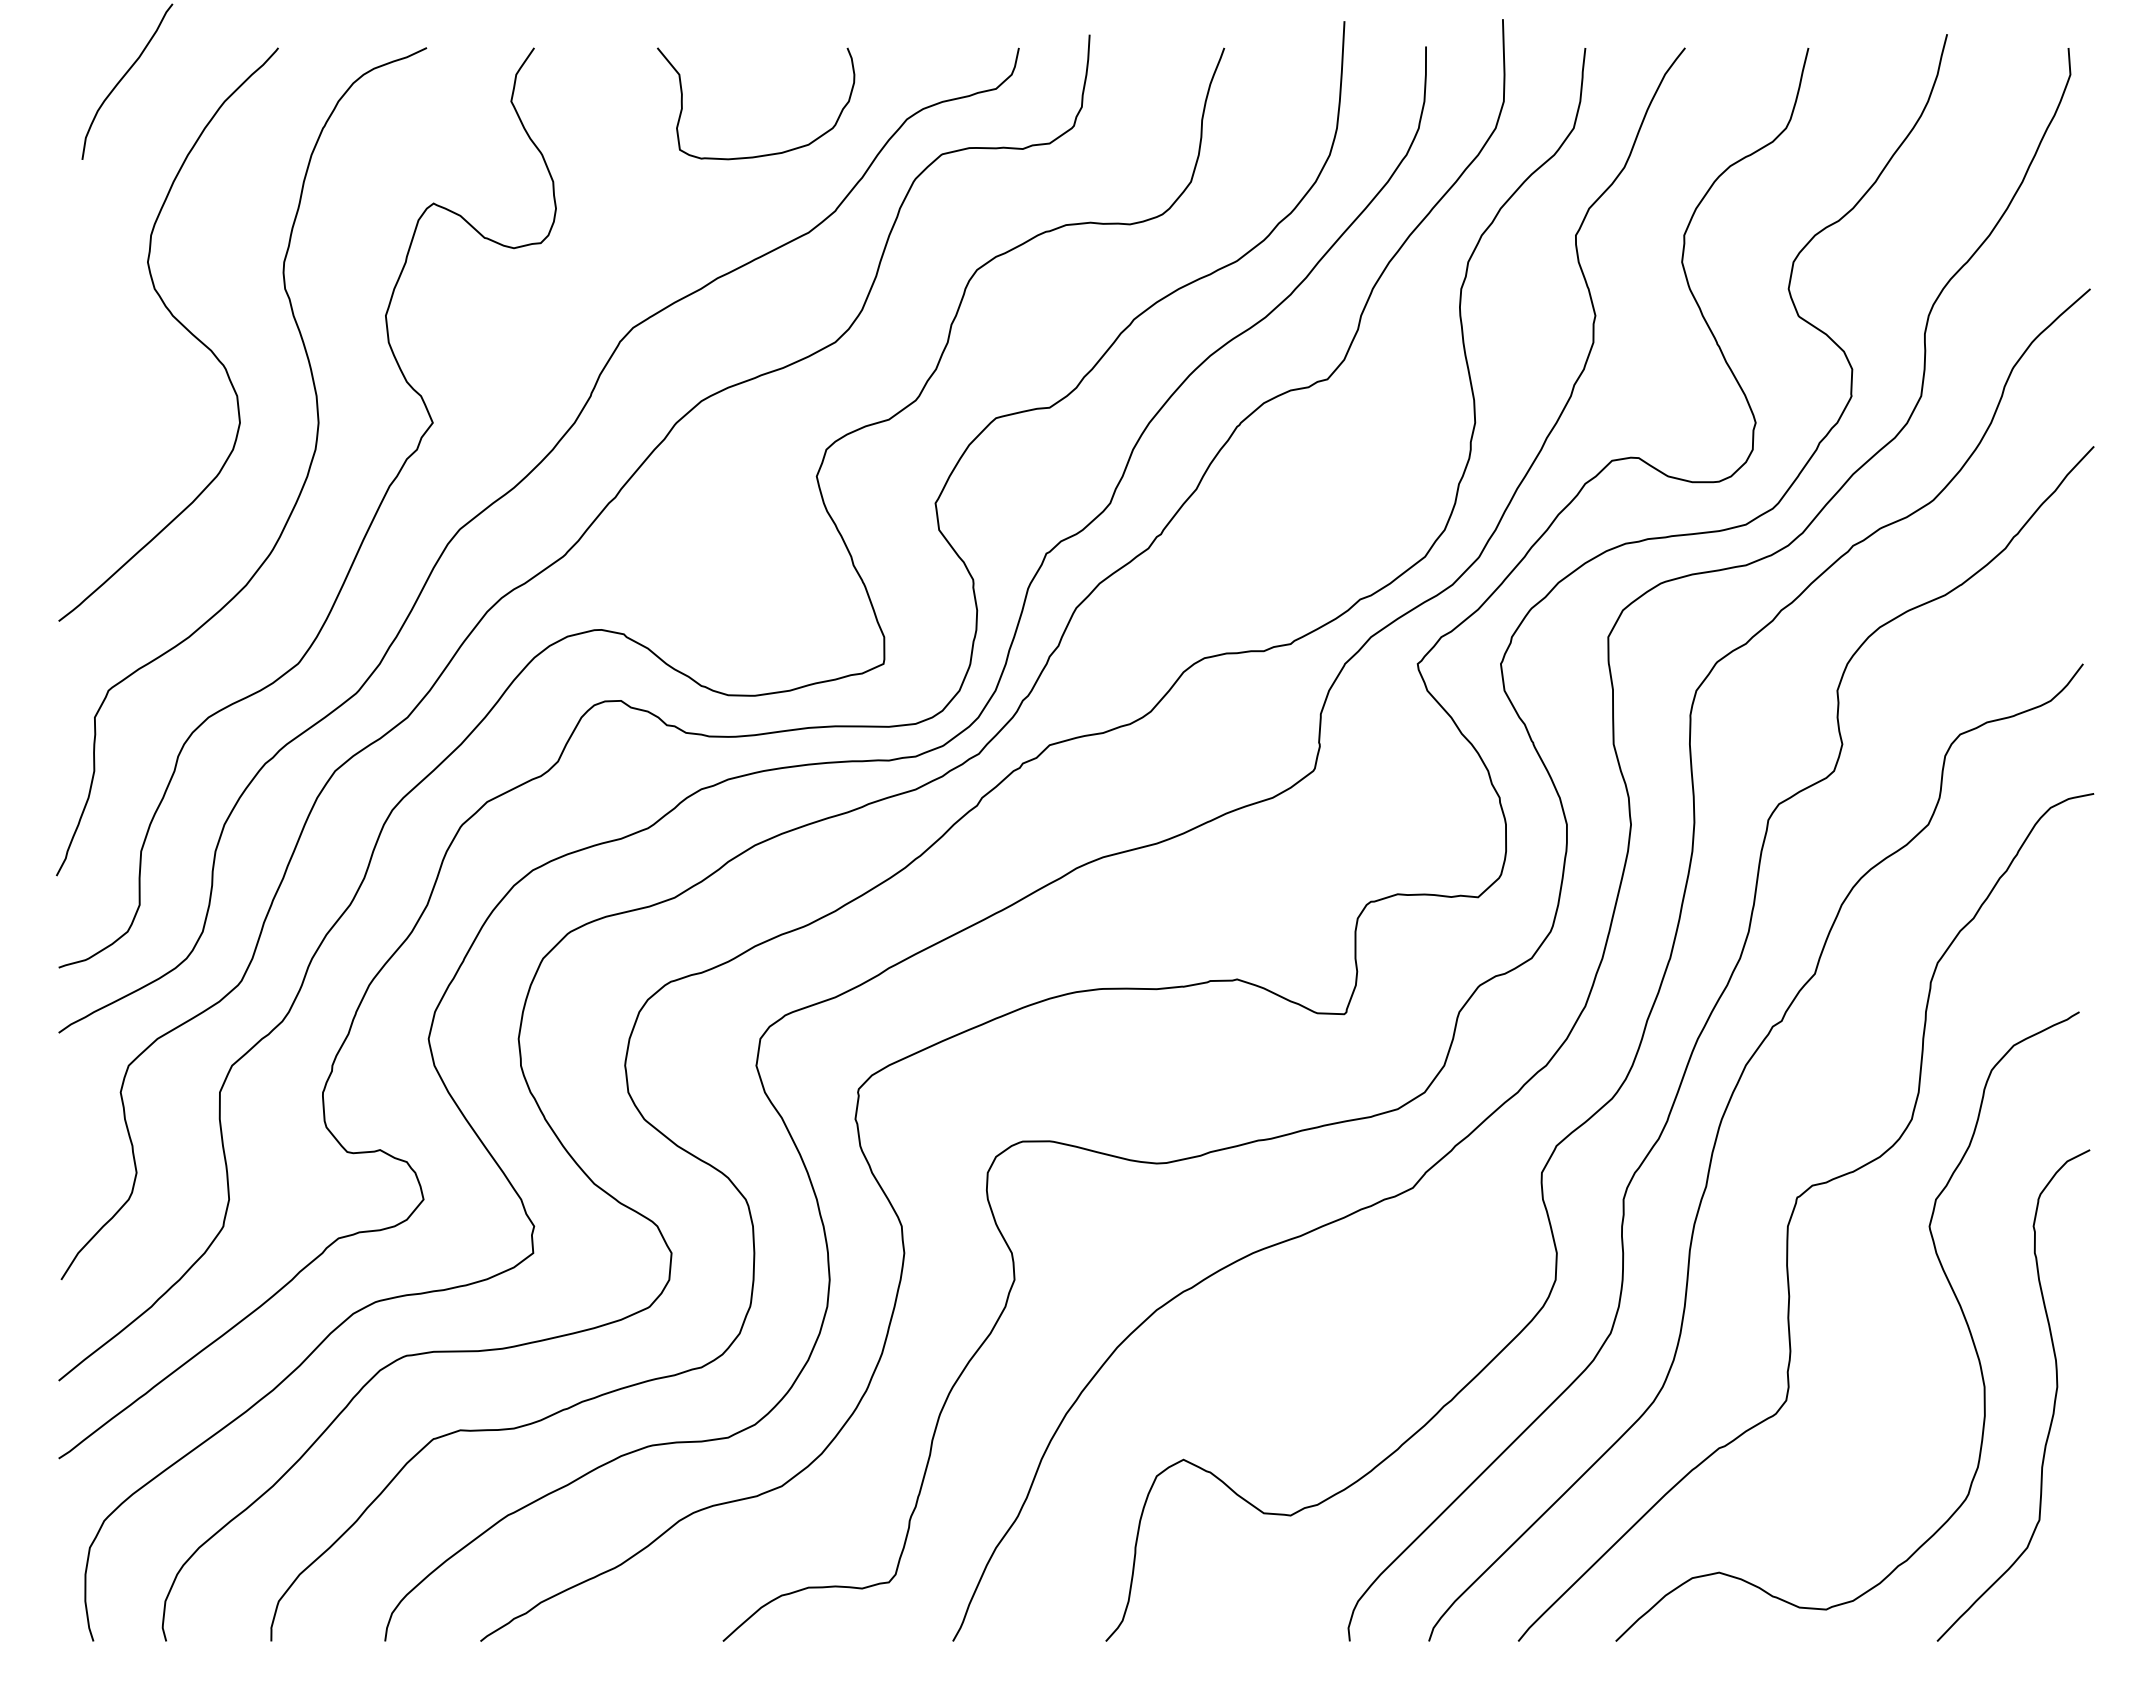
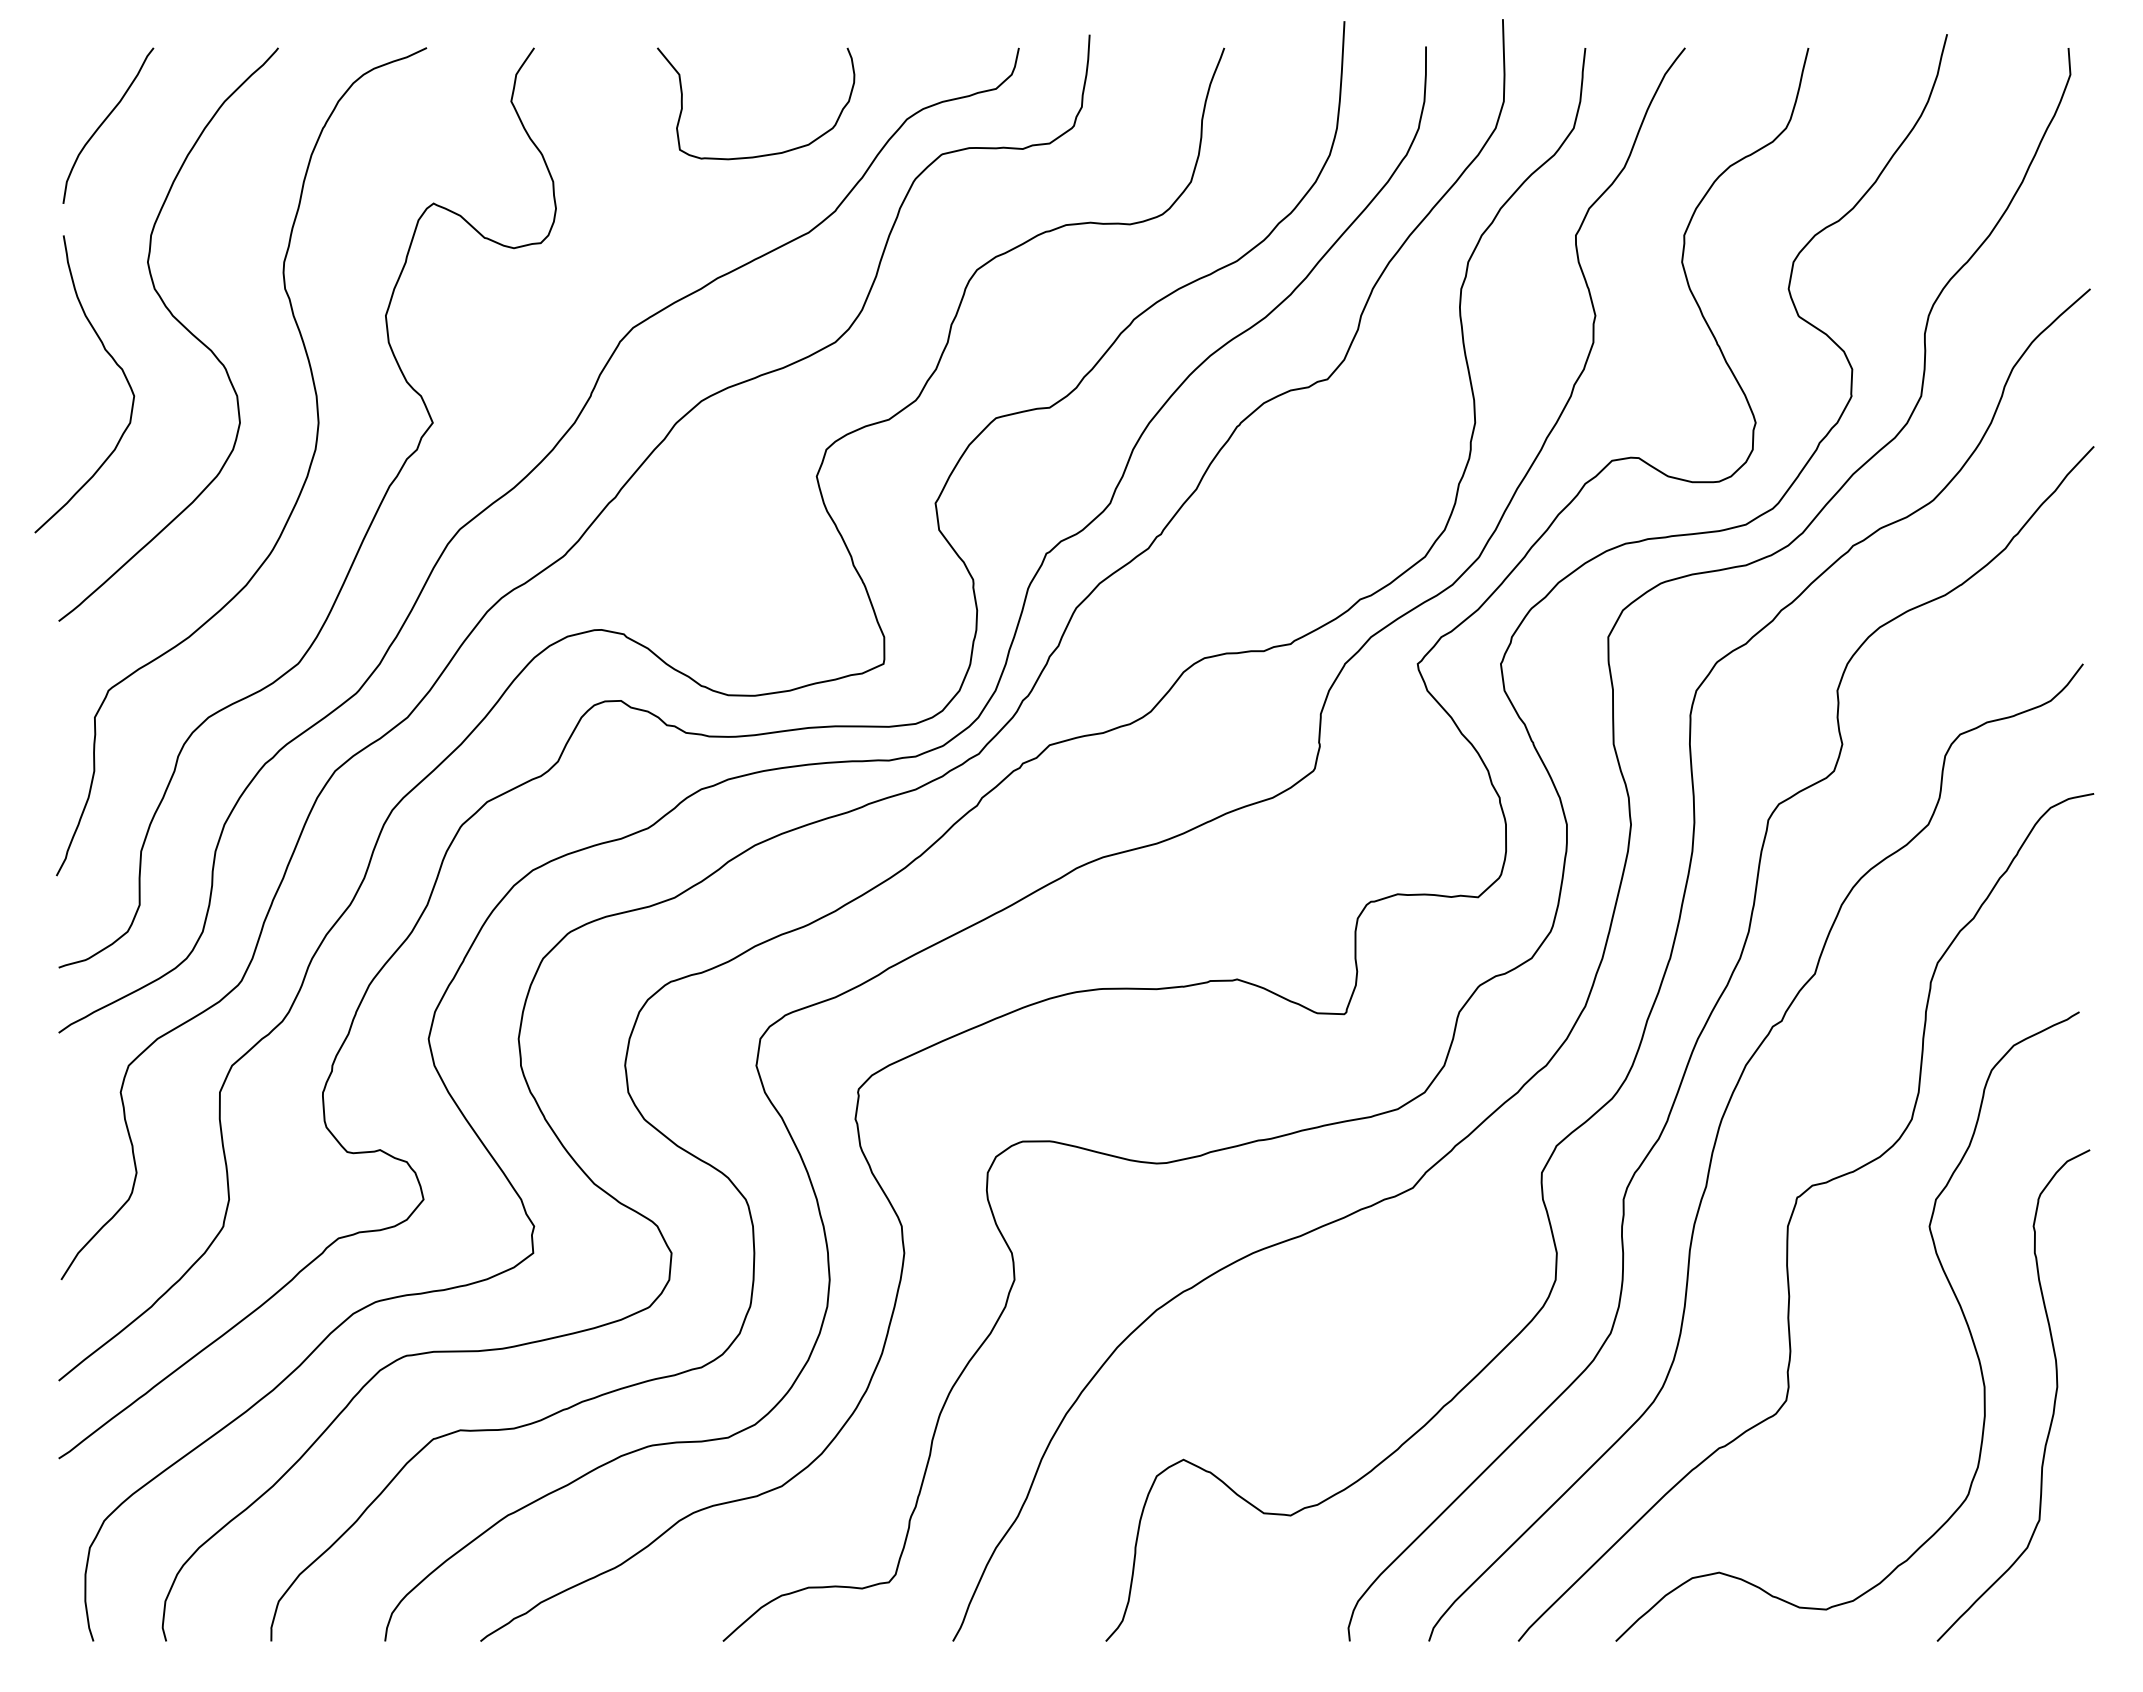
curve at (124, 77) position: (124, 77) -> (105, 121)
curve at (114, 362): none -> present
